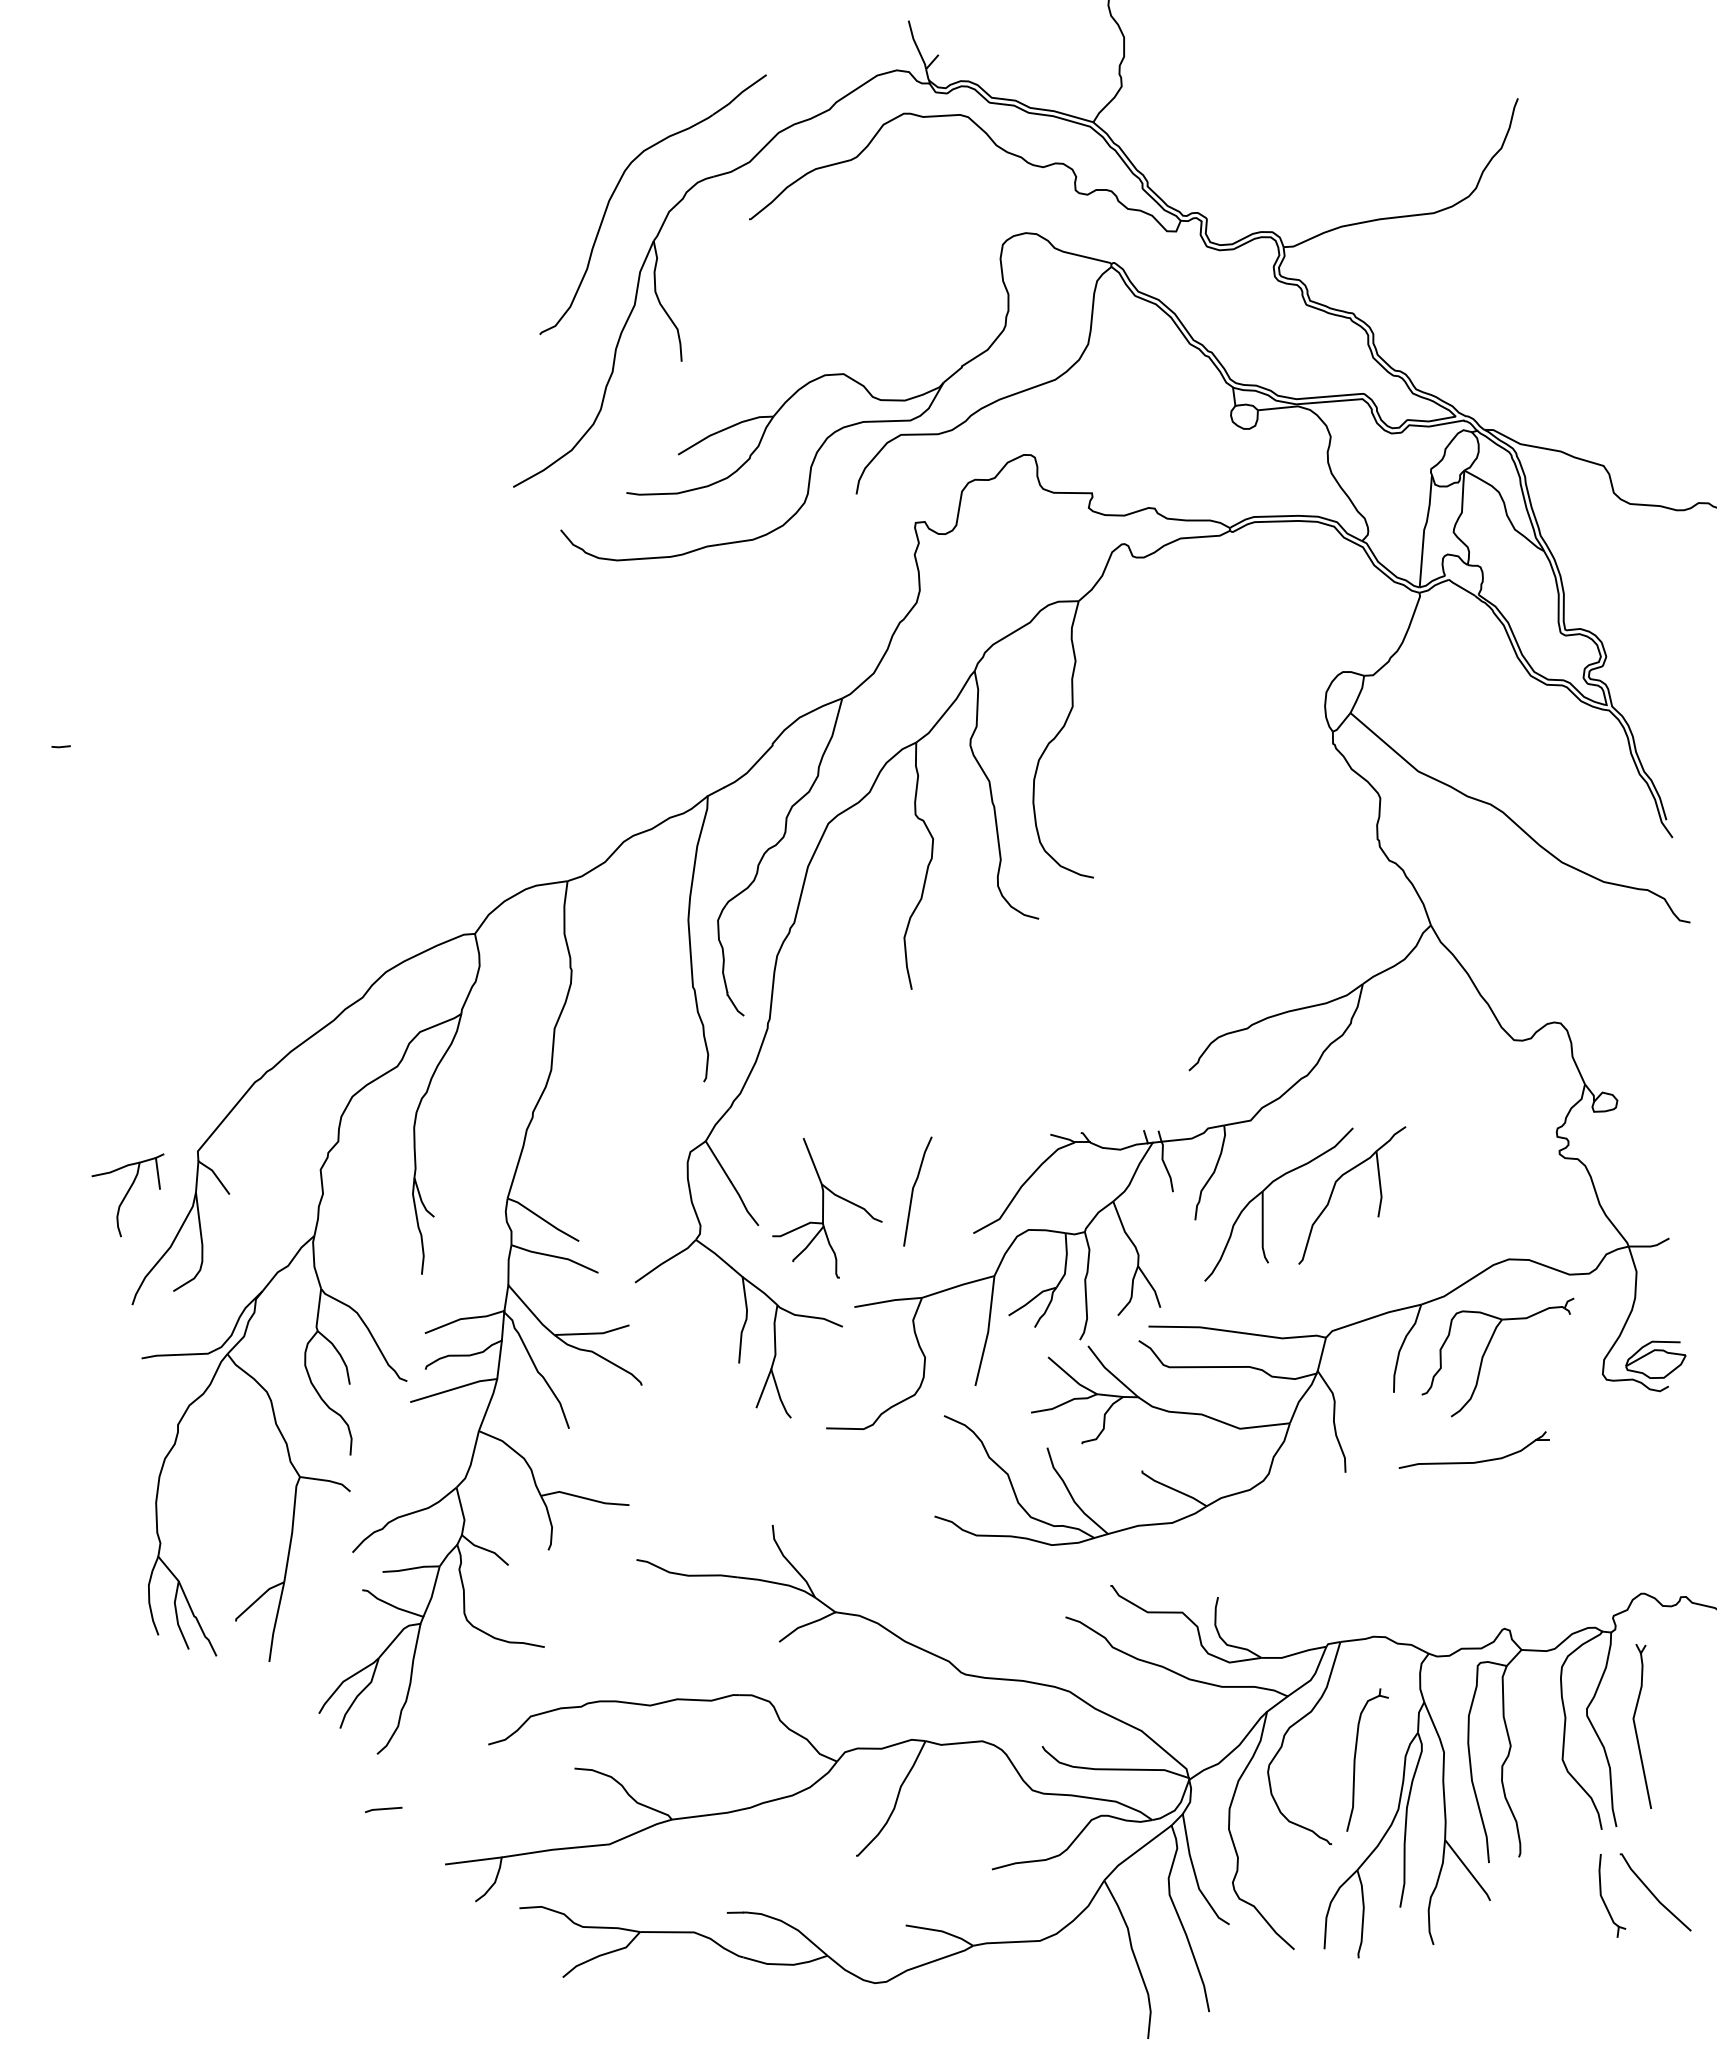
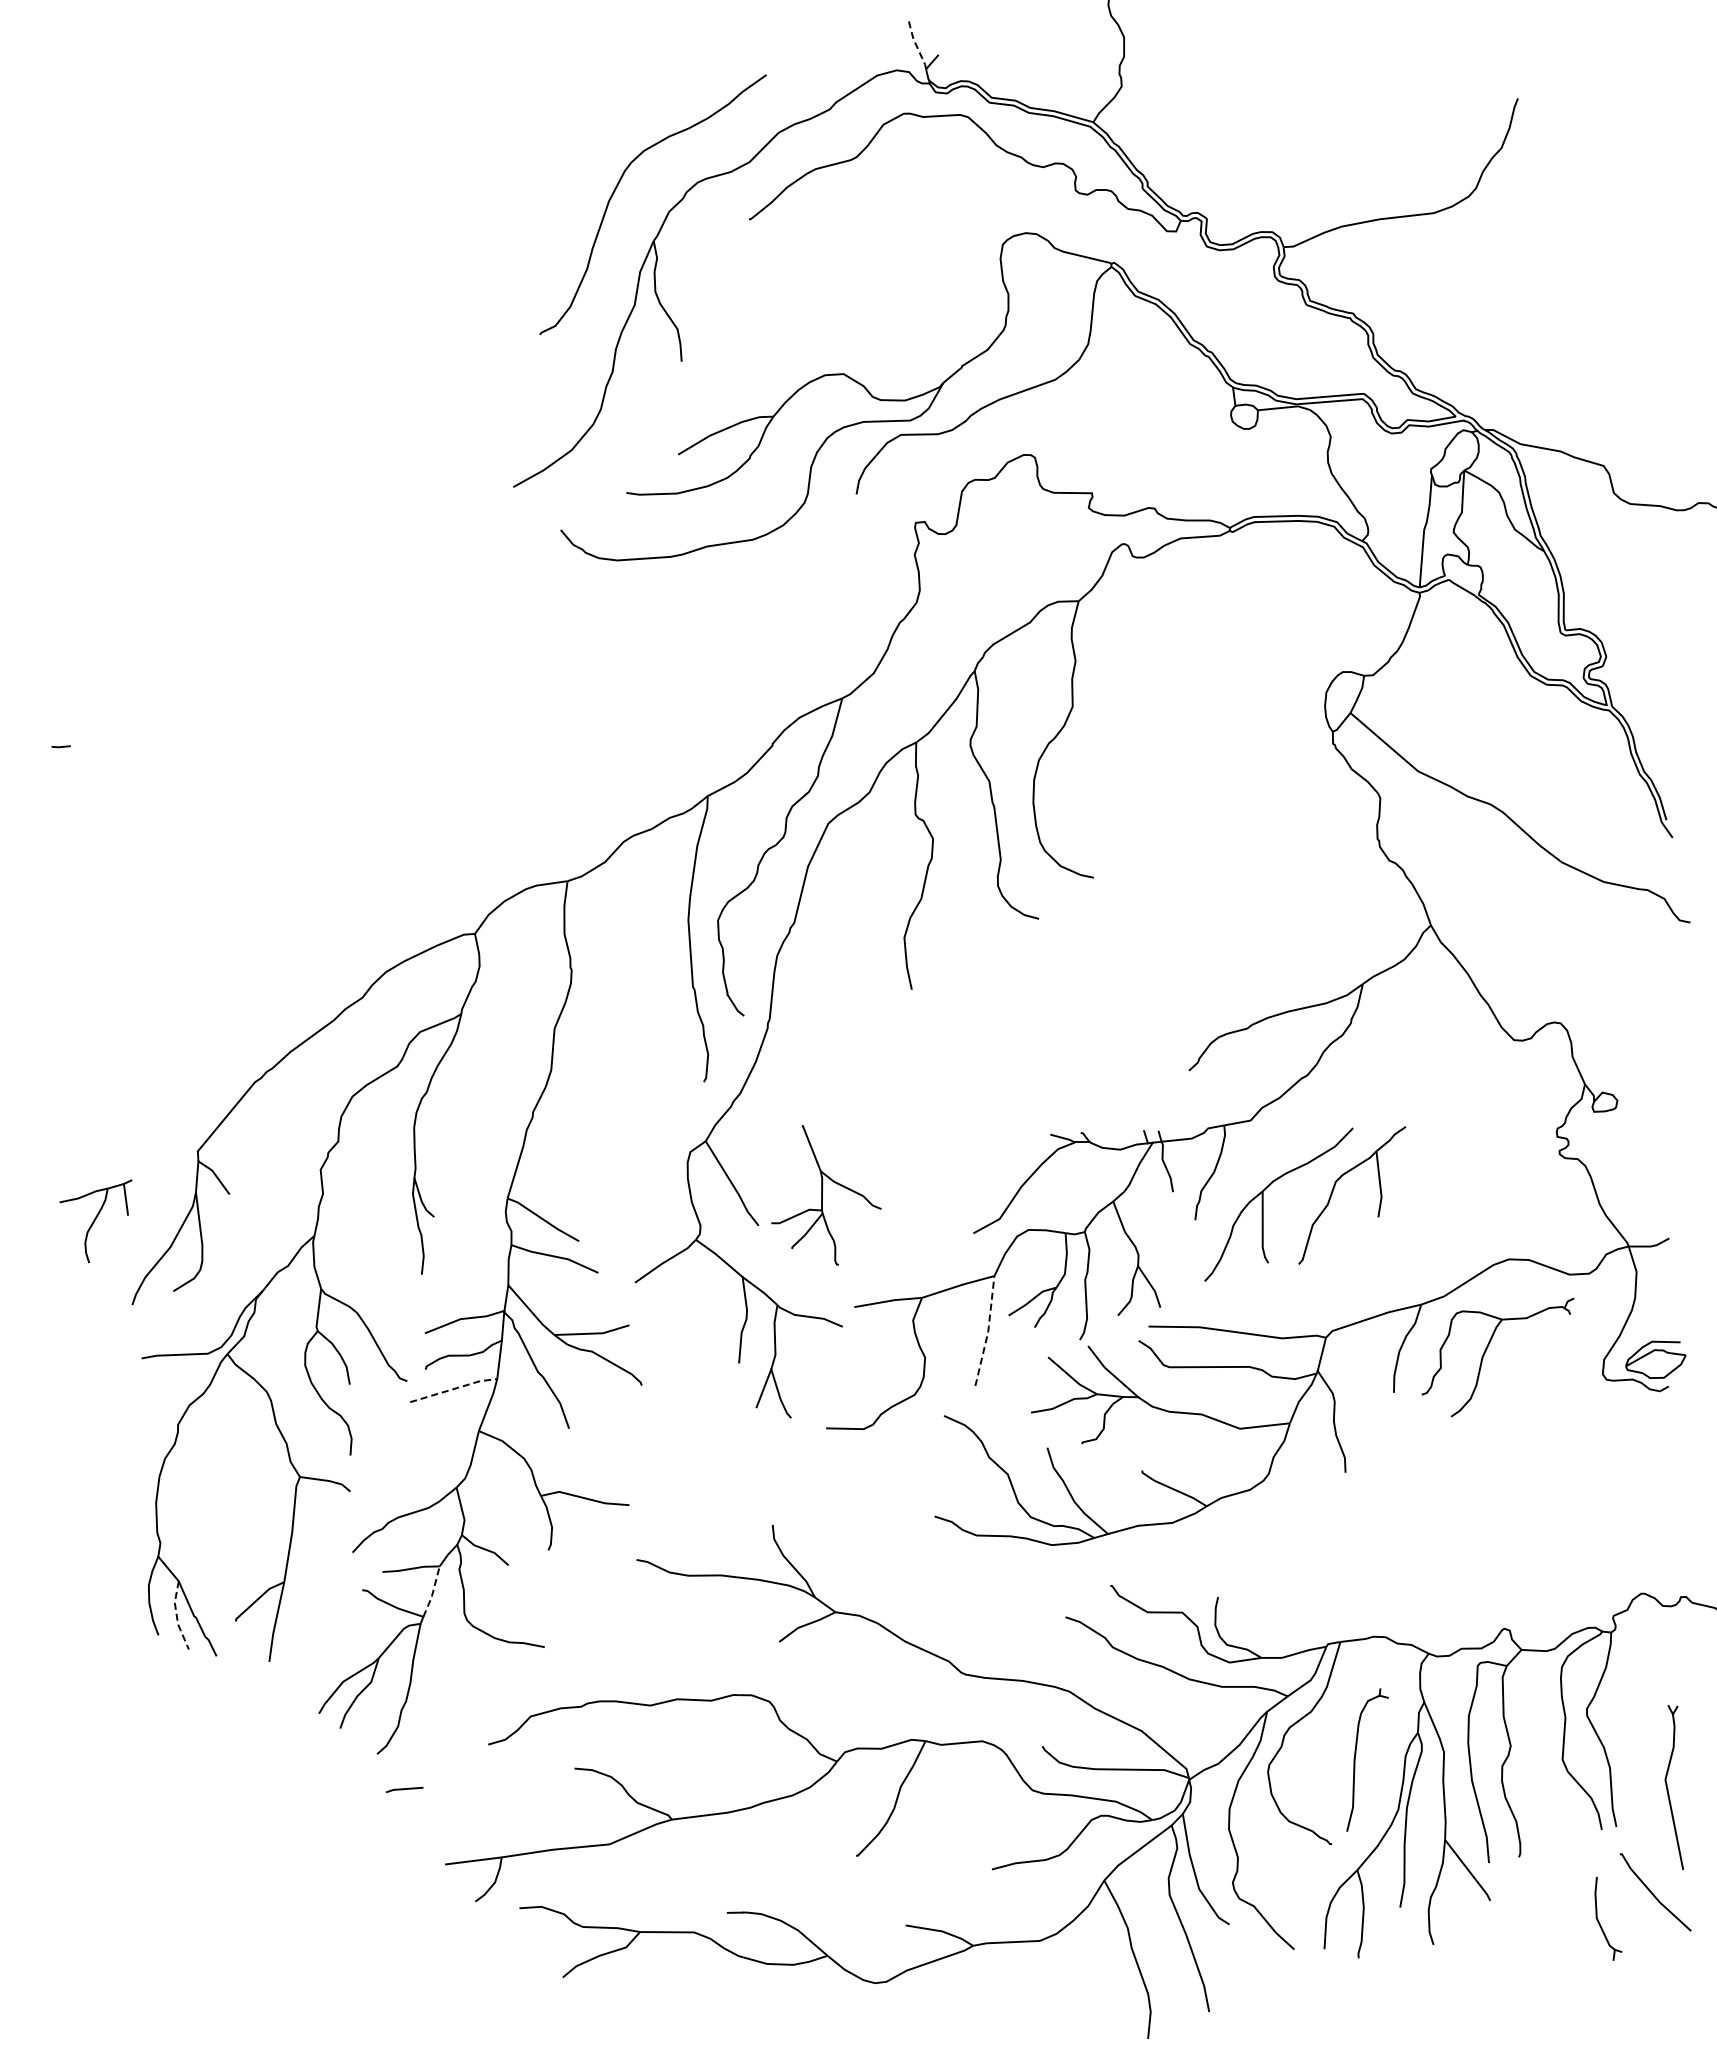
line at (916, 45): solid -> dashed
line at (913, 1191): present -> none
part at (127, 1195) position: (127, 1195) -> (95, 1221)
part at (827, 1208) position: (827, 1208) -> (826, 1195)
line at (988, 1332): solid -> dashed
line at (454, 1388): solid -> dashed
part at (1474, 1461): present -> none
line at (433, 1591): solid -> dashed
line at (176, 1616): solid -> dashed
part at (1641, 1726) position: (1641, 1726) -> (1673, 1787)
line at (383, 1809) position: (383, 1809) -> (404, 1789)
part at (1604, 1900) position: (1604, 1900) -> (1600, 1923)
